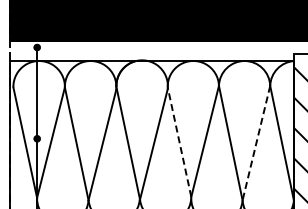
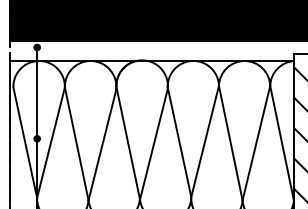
line at (179, 141): dashed -> solid
line at (256, 143): dashed -> solid
